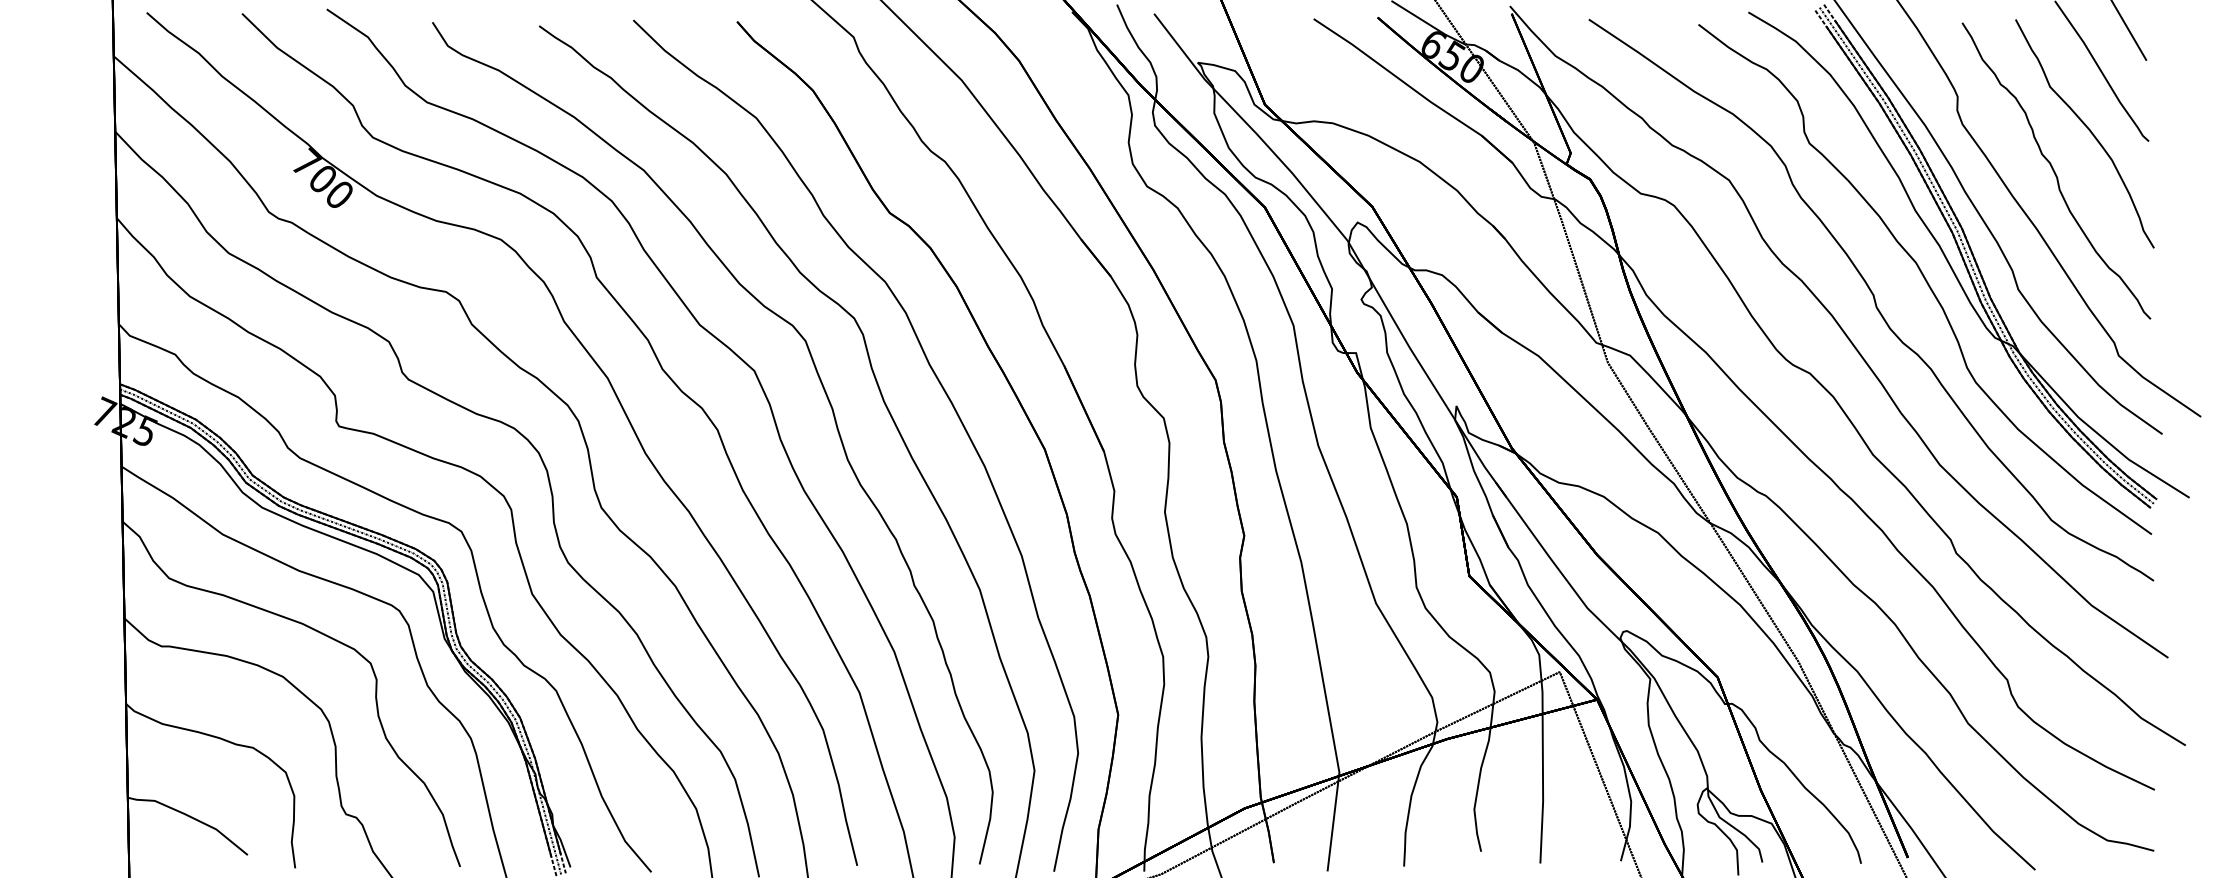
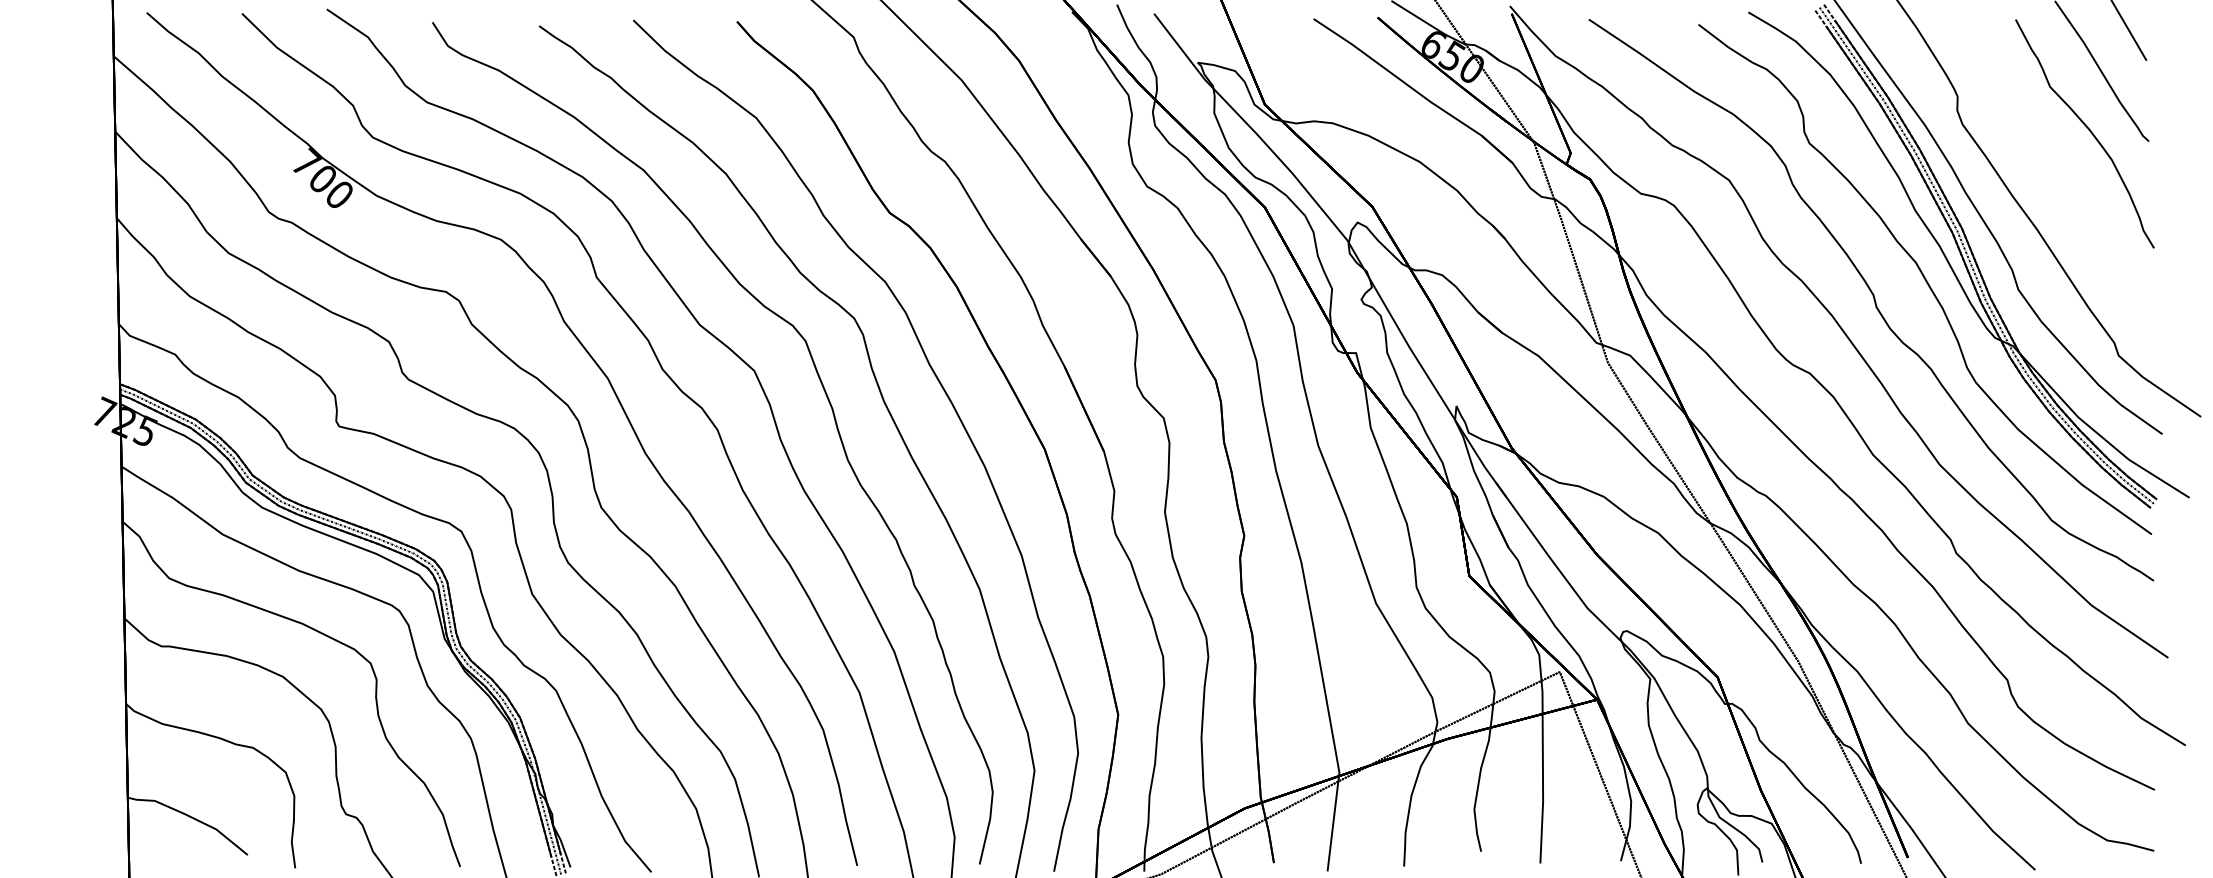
curve at (2055, 171): present -> none
